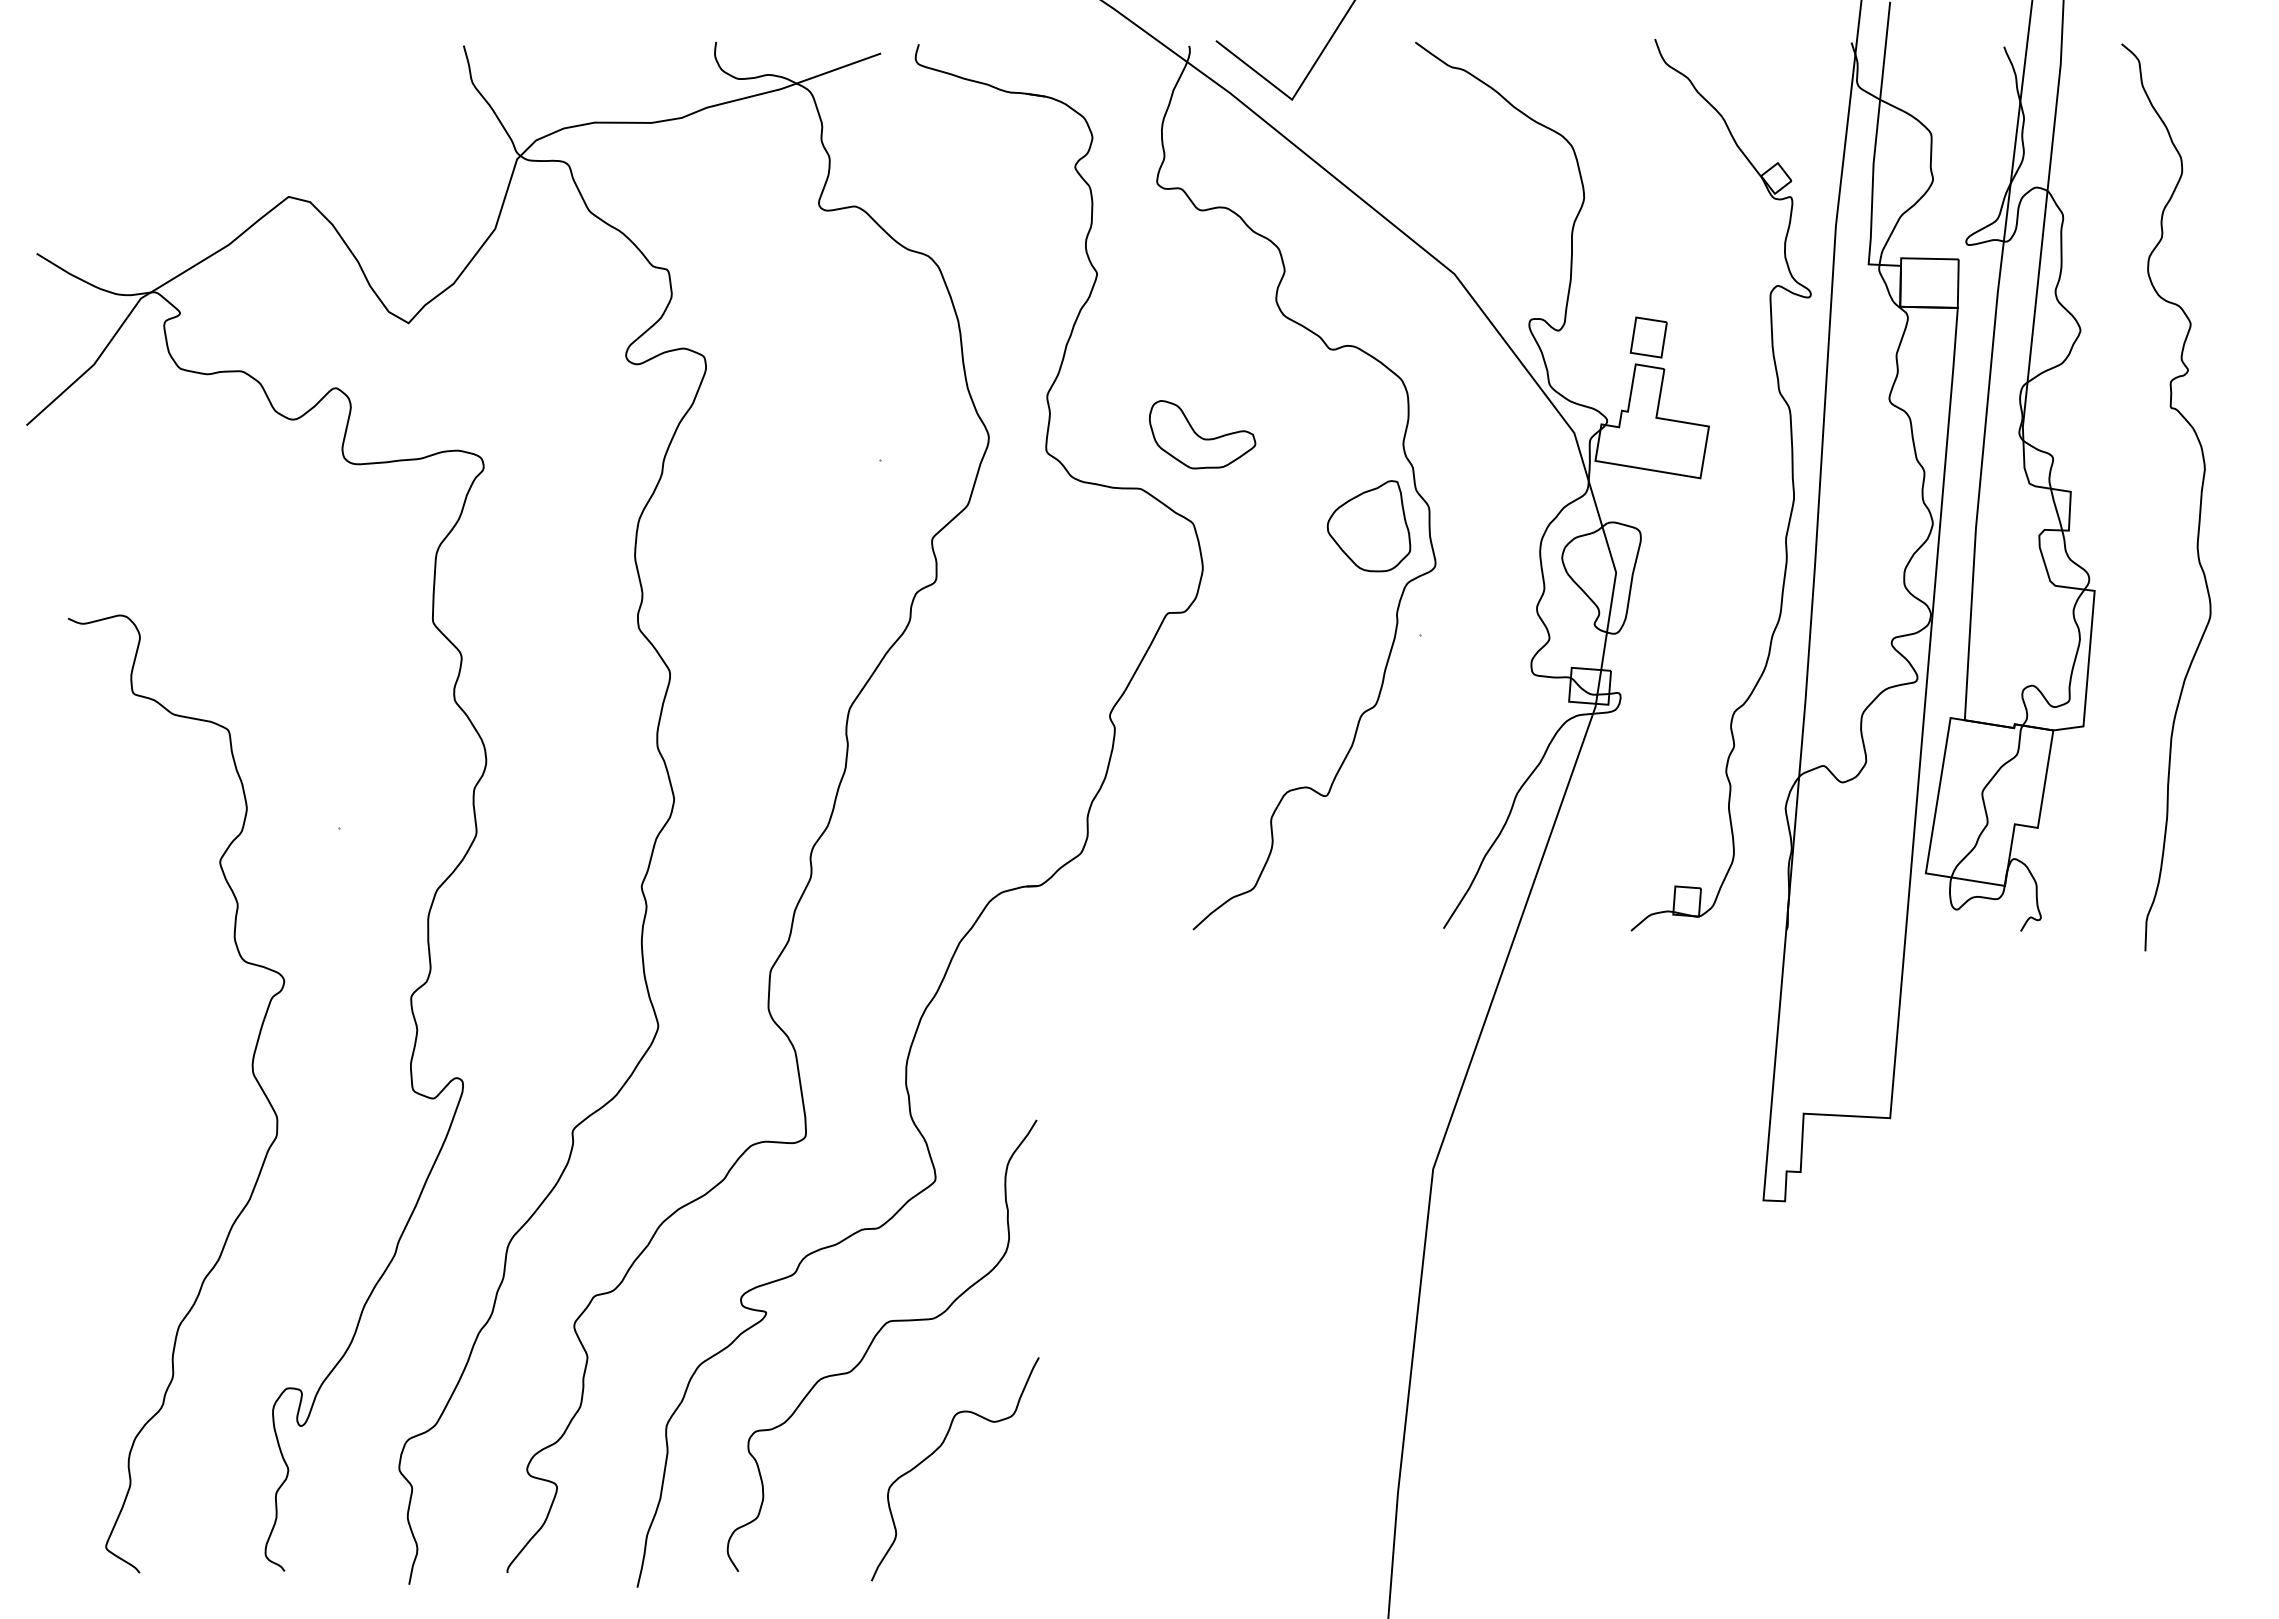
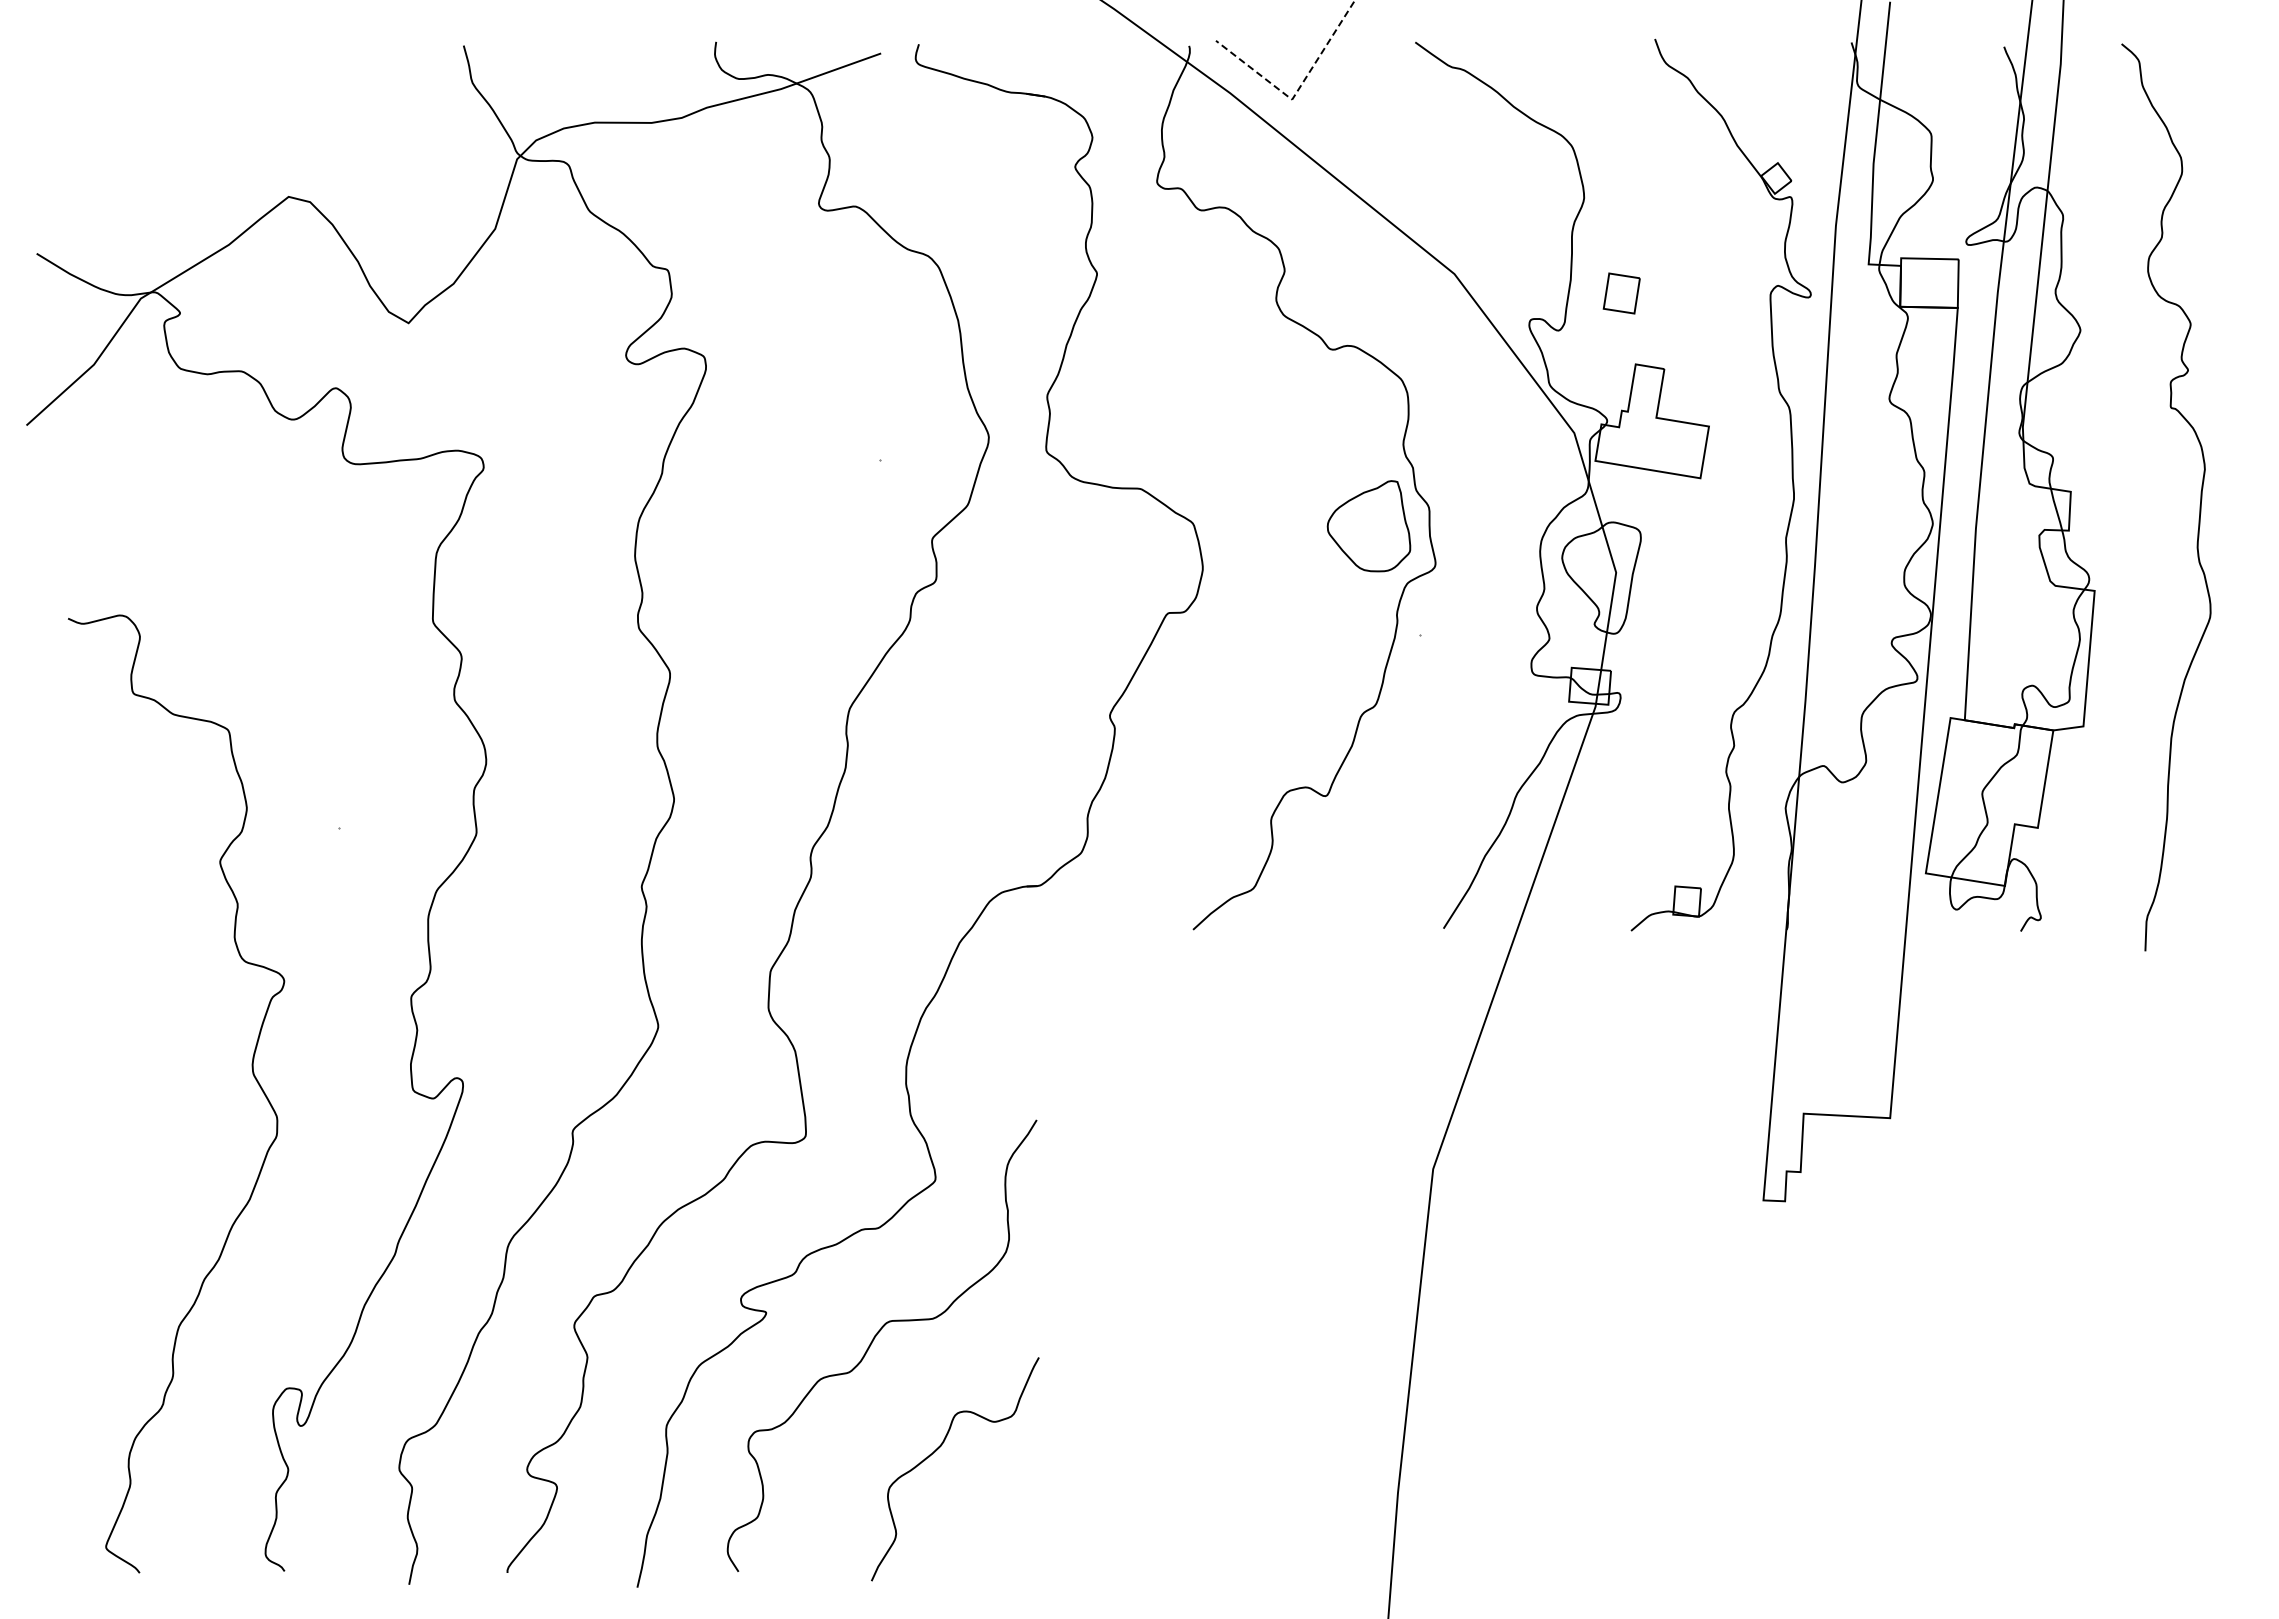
line at (1297, 91): solid -> dashed
part at (1648, 337) position: (1648, 337) -> (1621, 293)
part at (1202, 434): present -> none
